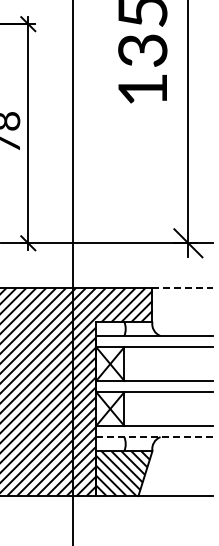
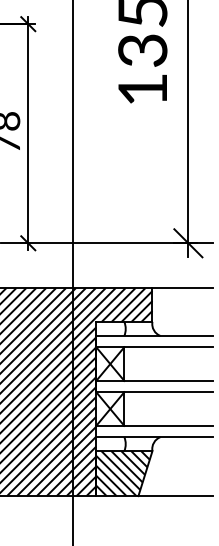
line at (182, 288): dashed -> solid
line at (154, 437): dashed -> solid
